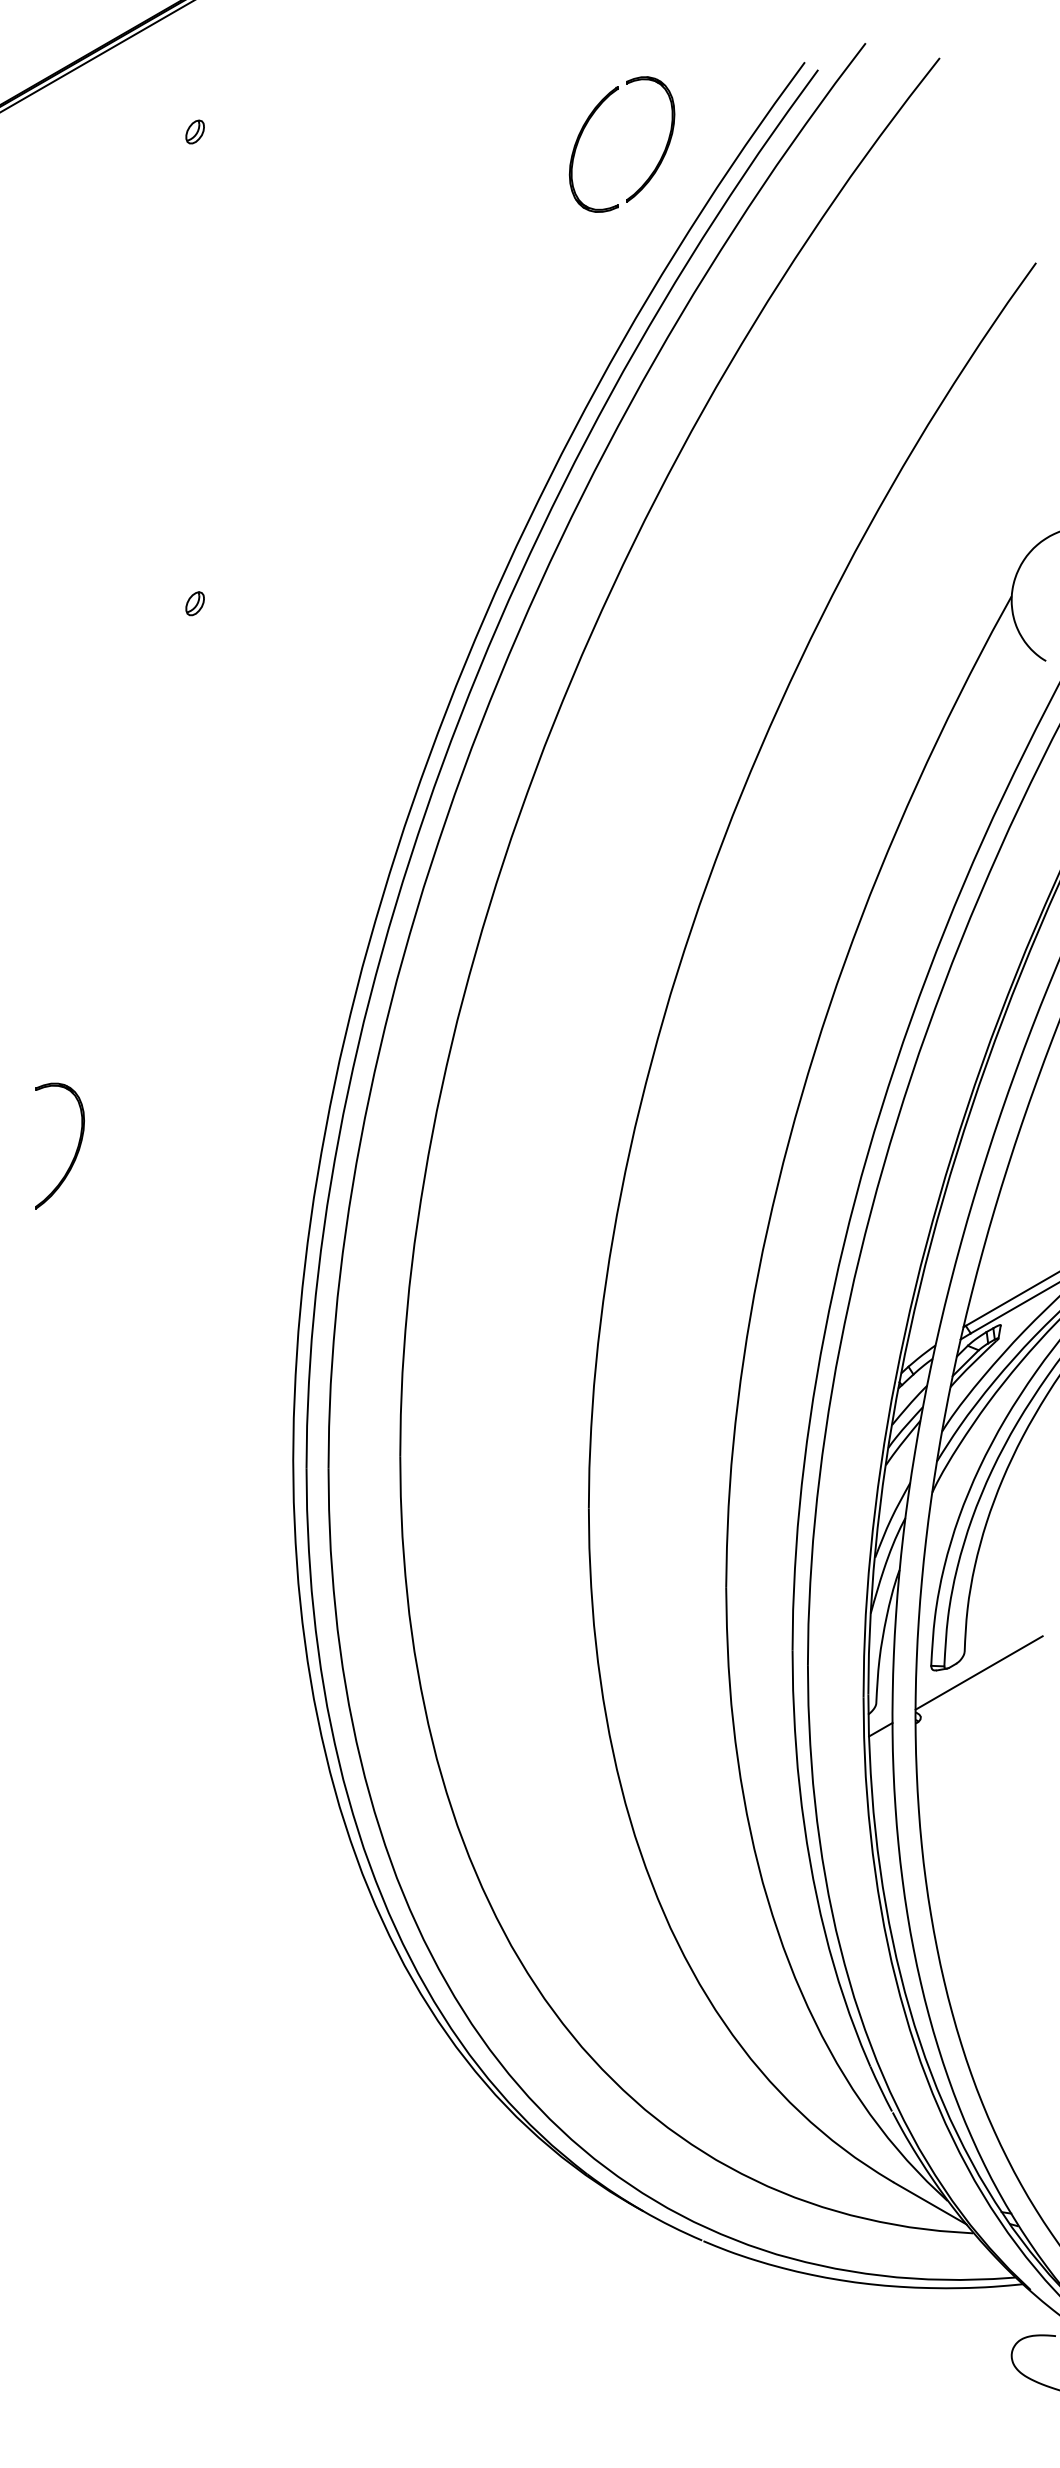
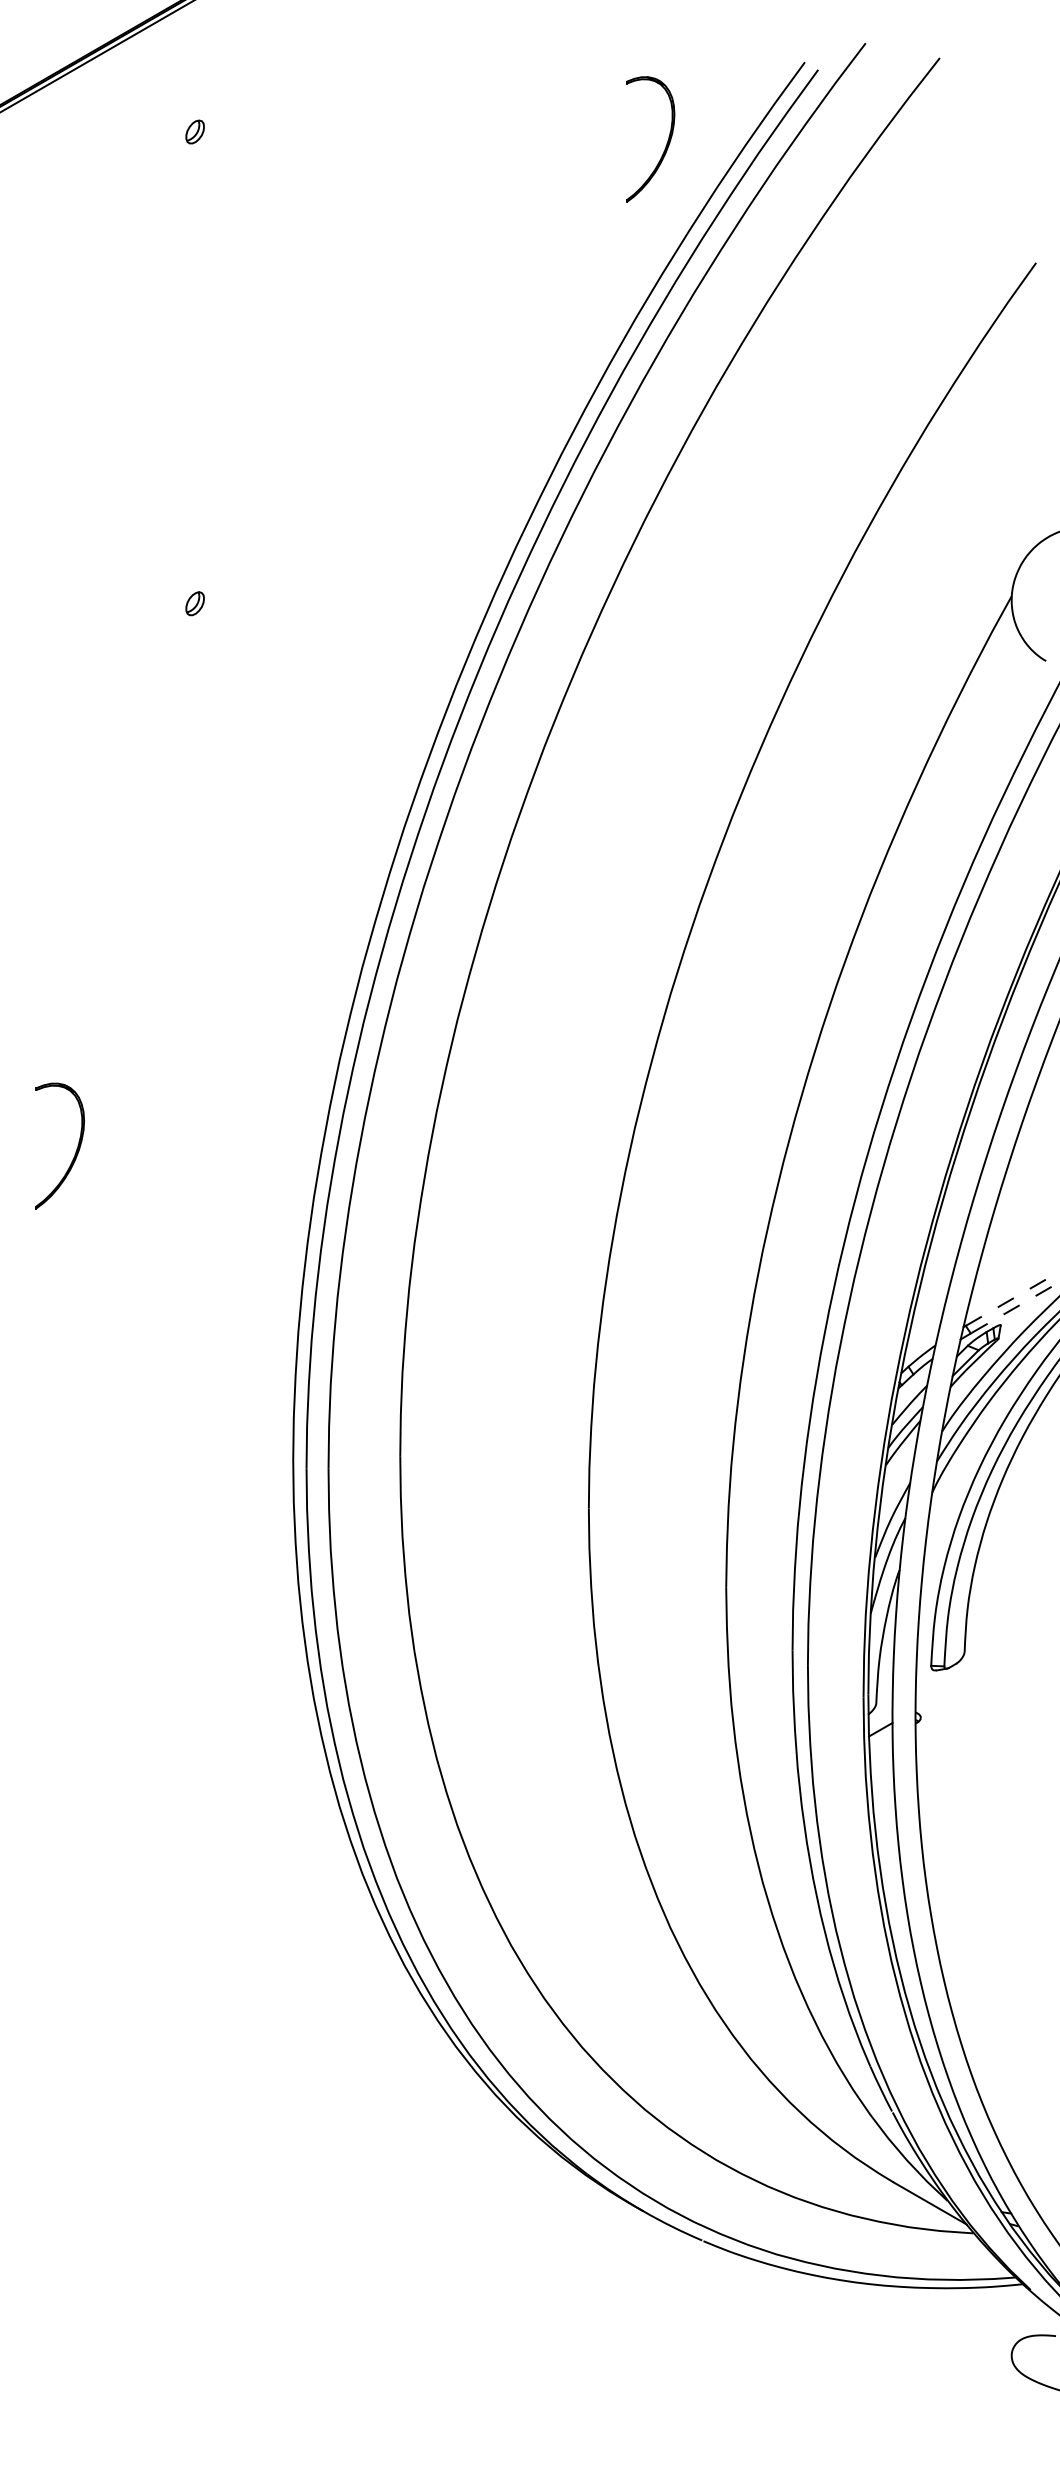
part at (578, 143): present -> none
line at (1013, 1298): solid -> dashed
line at (1014, 1308): solid -> dashed
line at (978, 1672): present -> none
